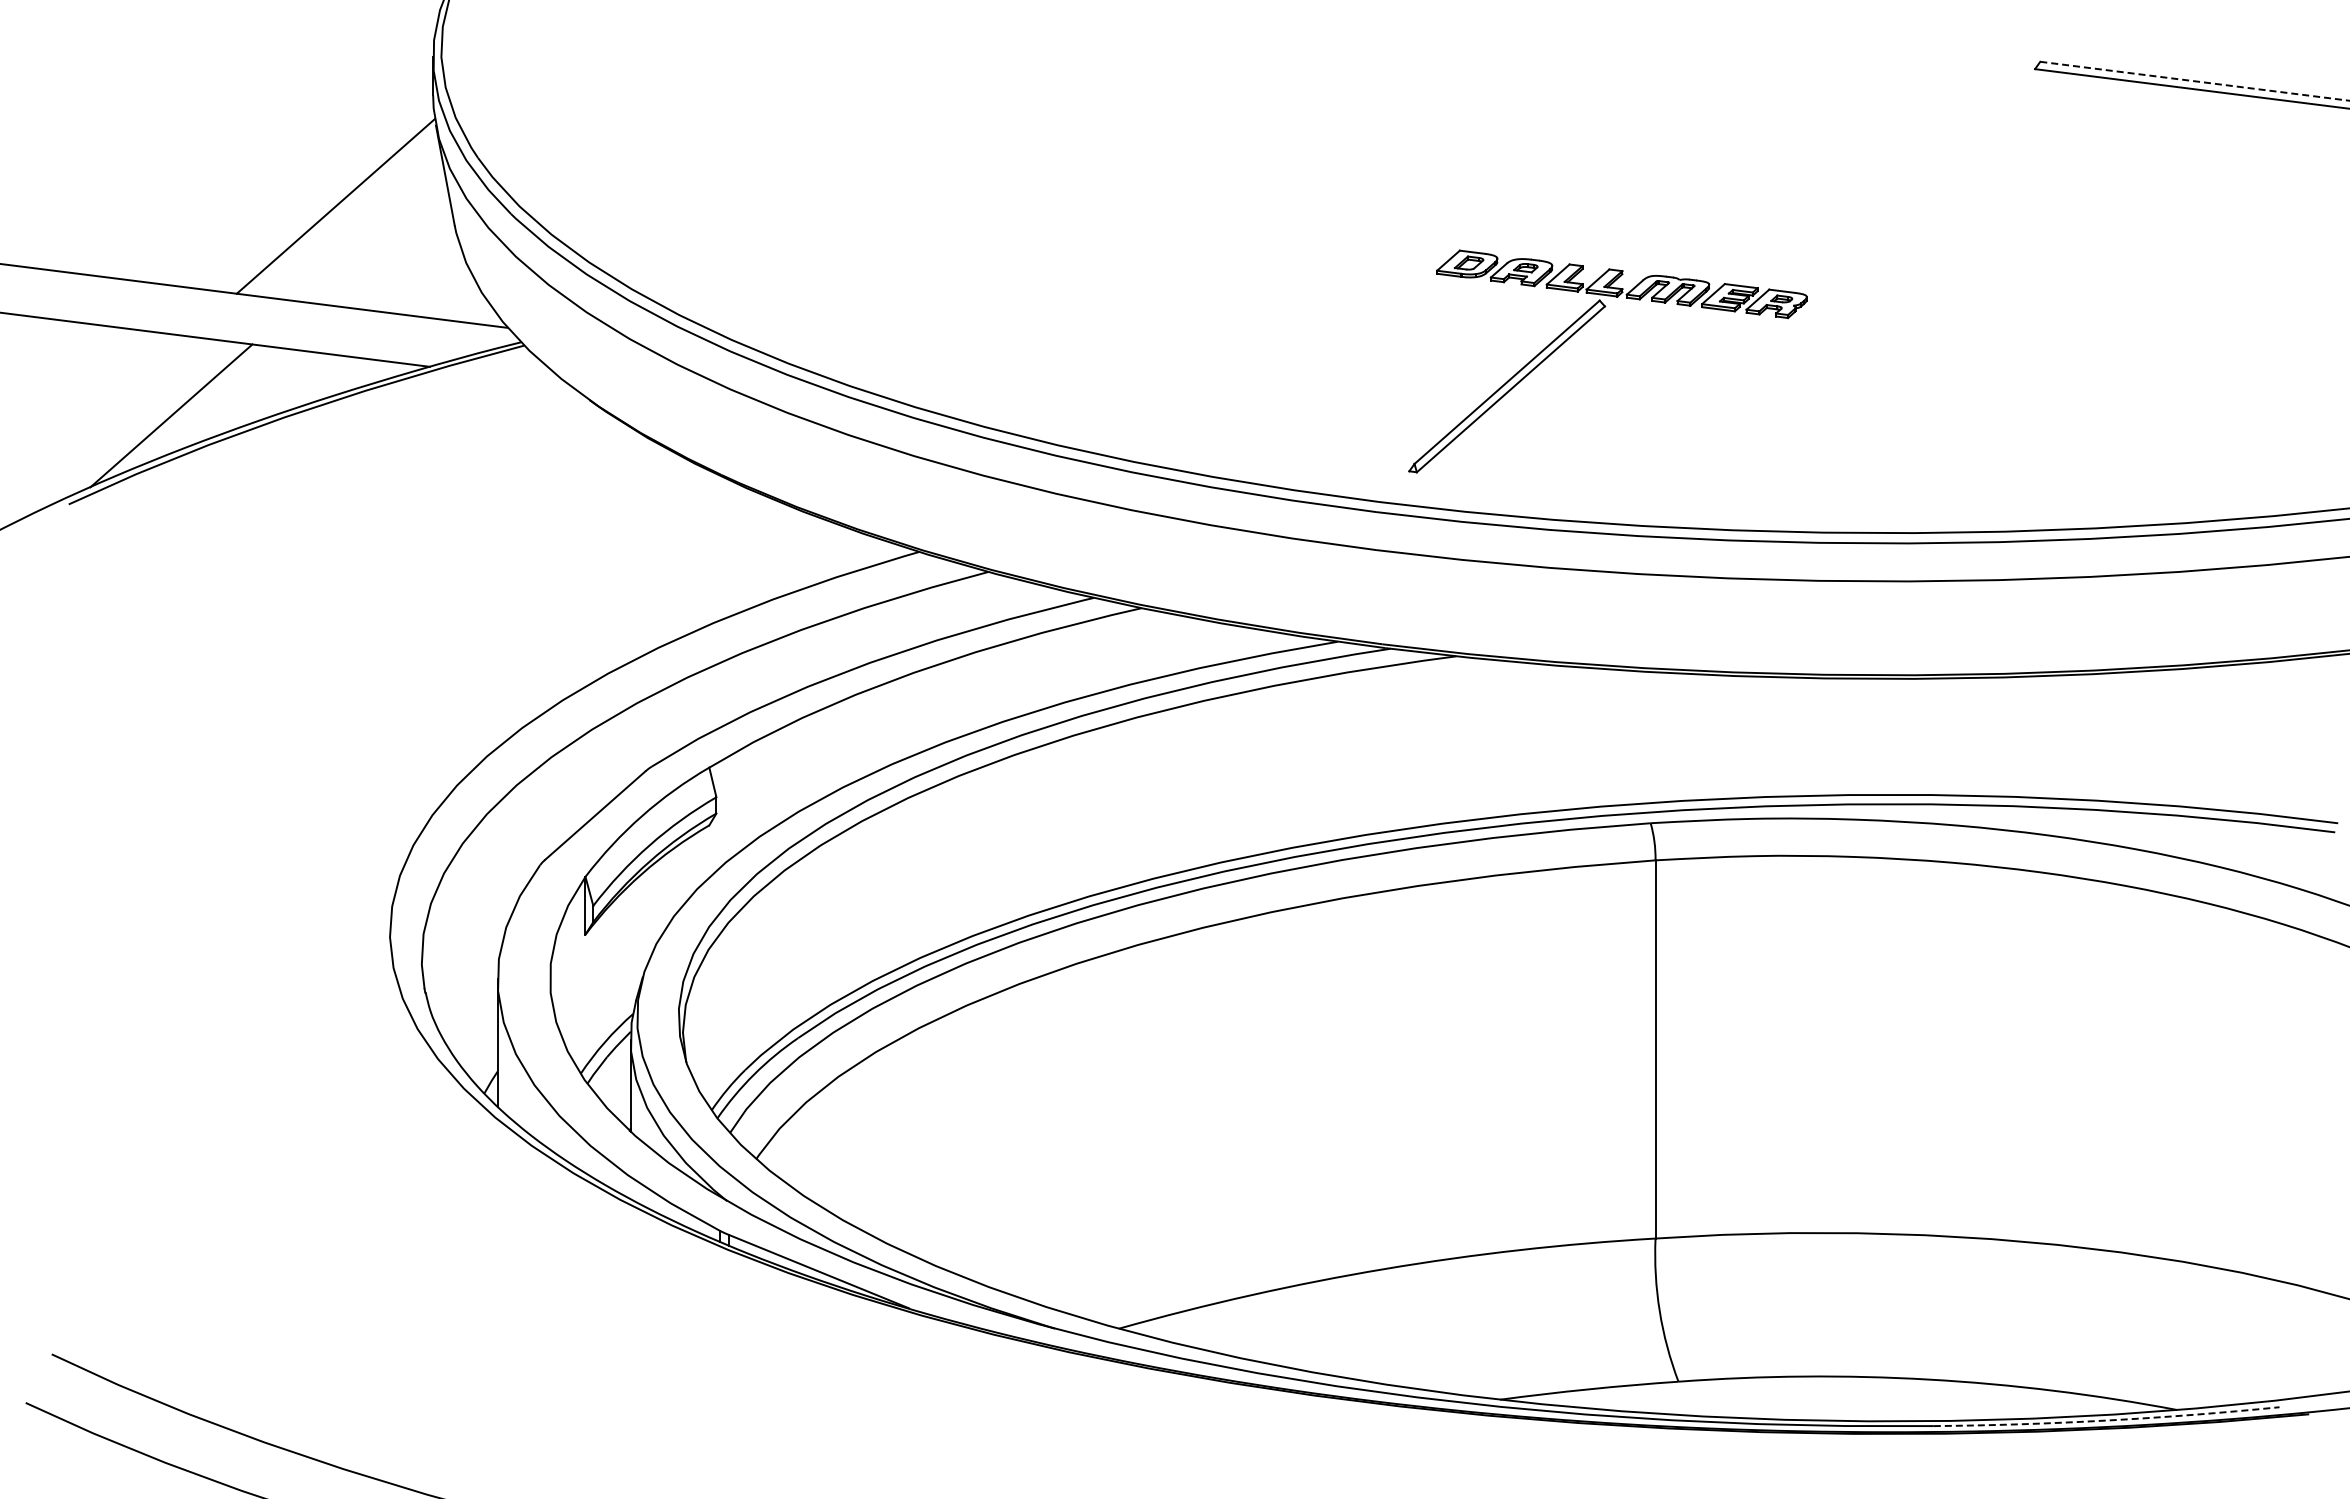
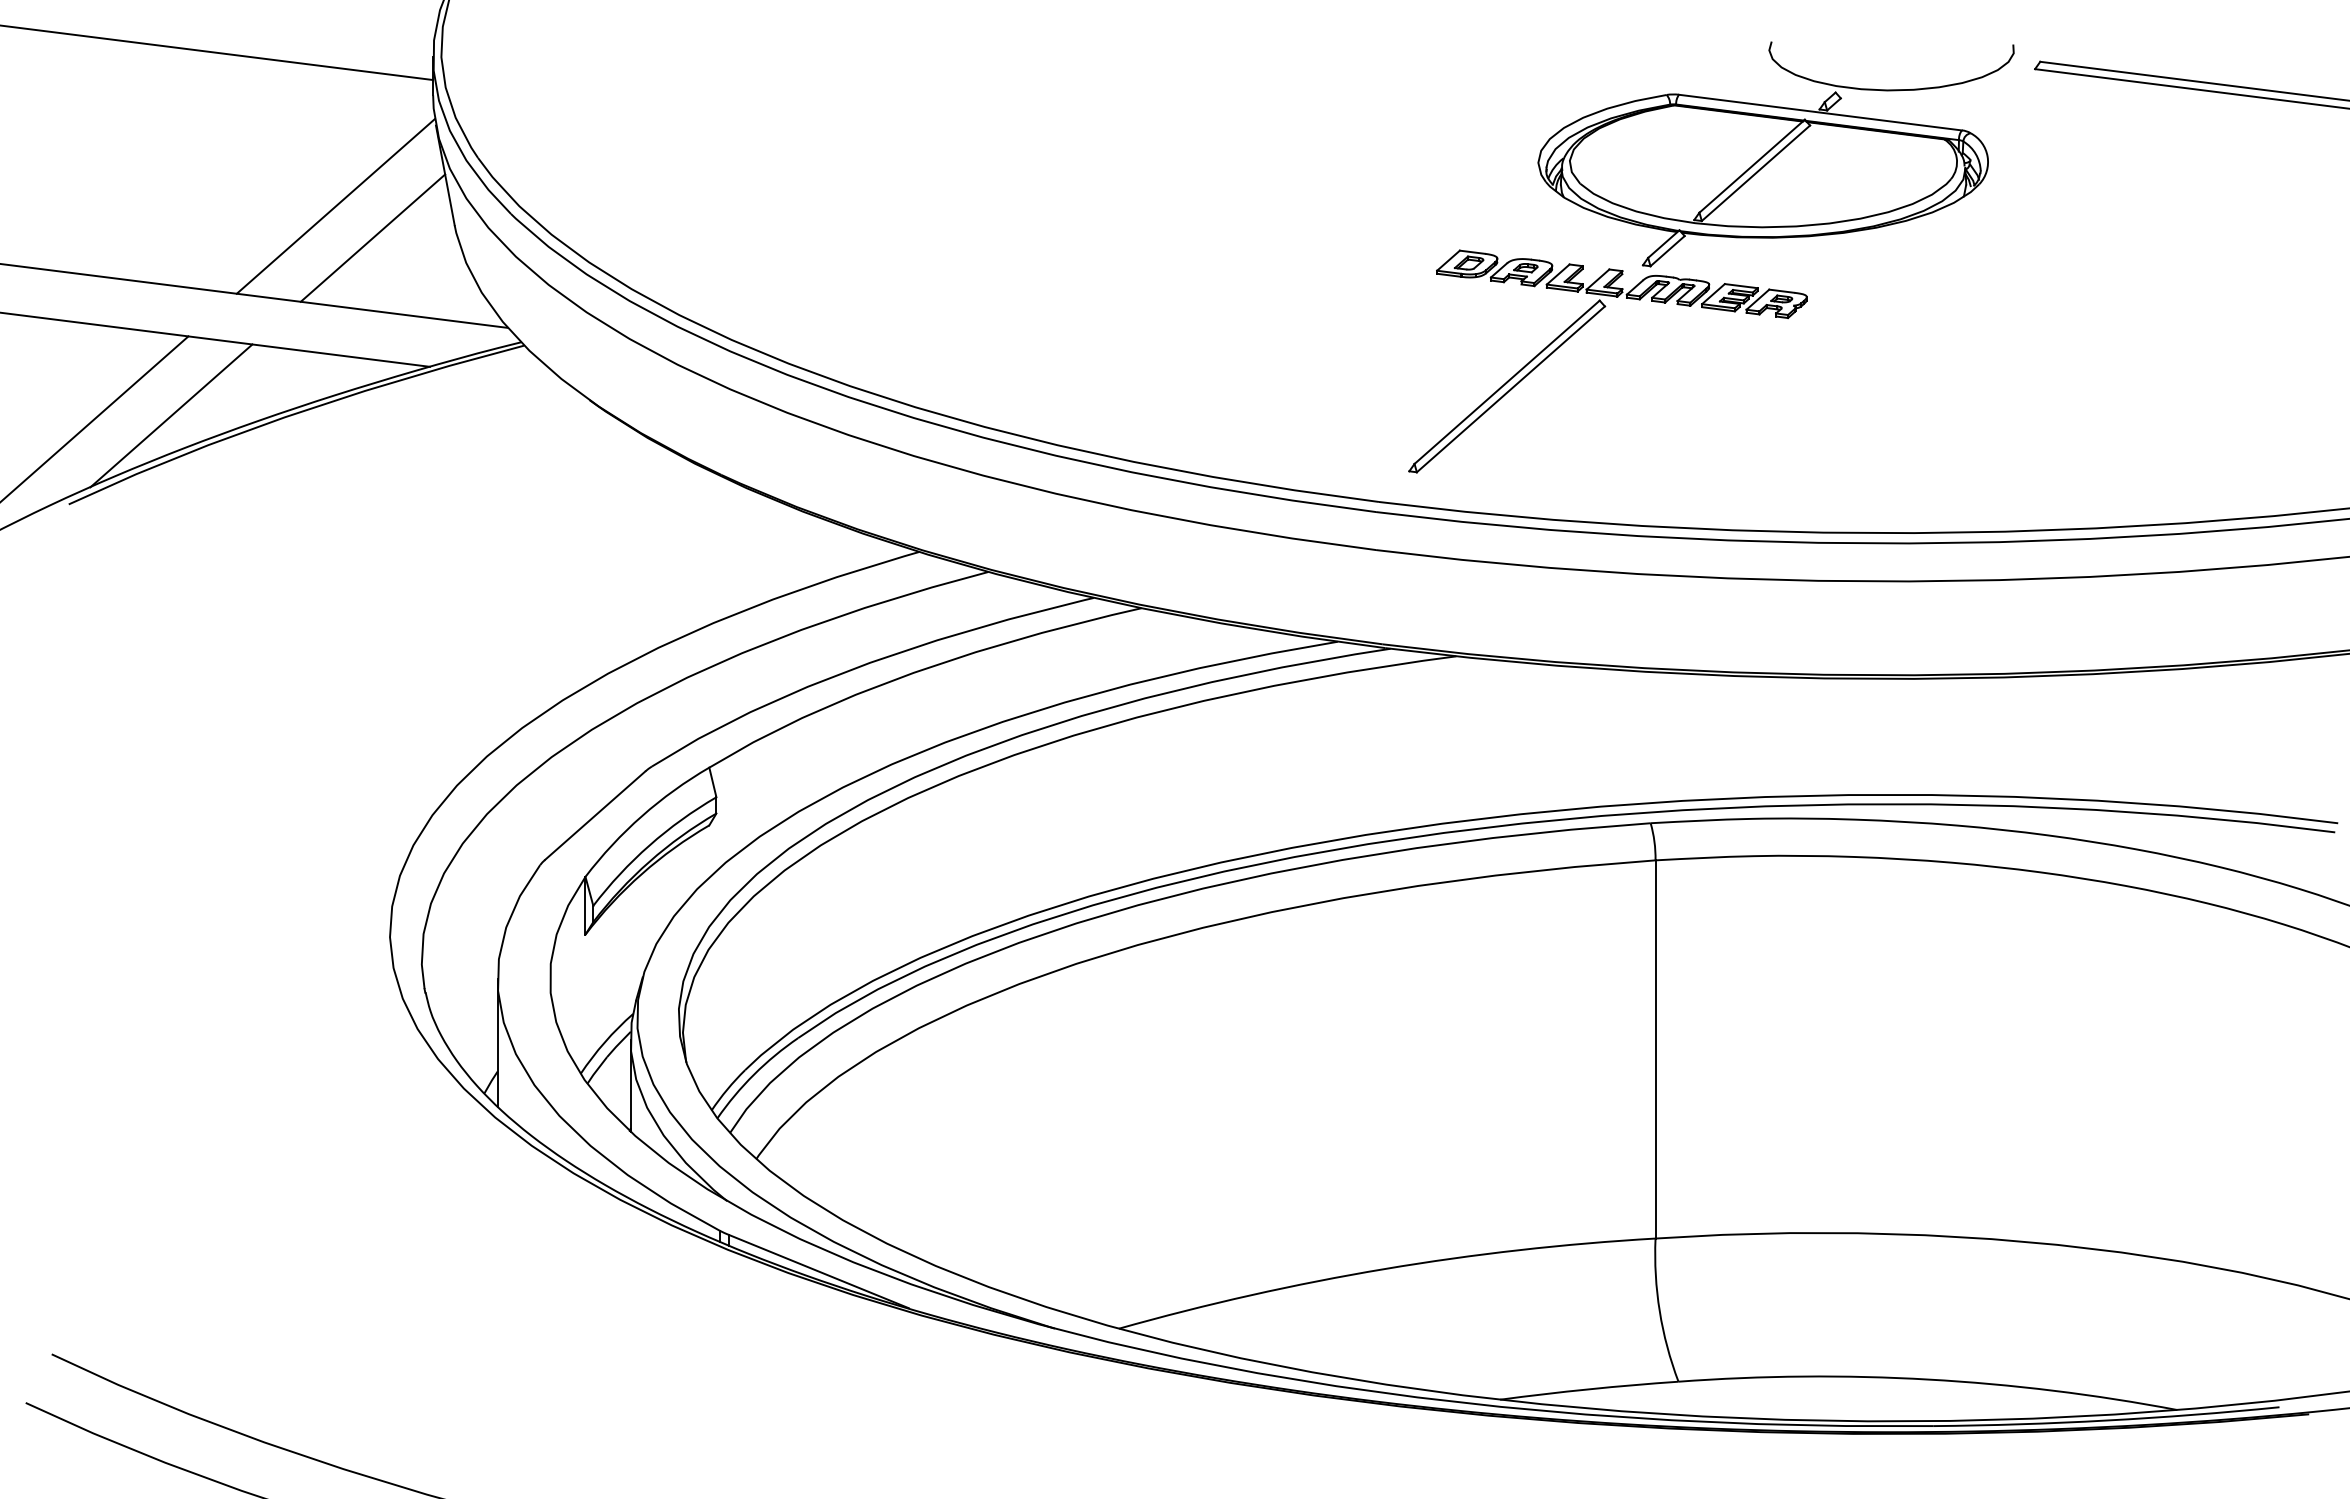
line at (217, 52): none -> present
line at (2195, 81): dashed -> solid
part at (1775, 154): none -> present
line at (372, 237): none -> present
line at (95, 418): none -> present
arc at (2106, 1420): dashed -> solid
